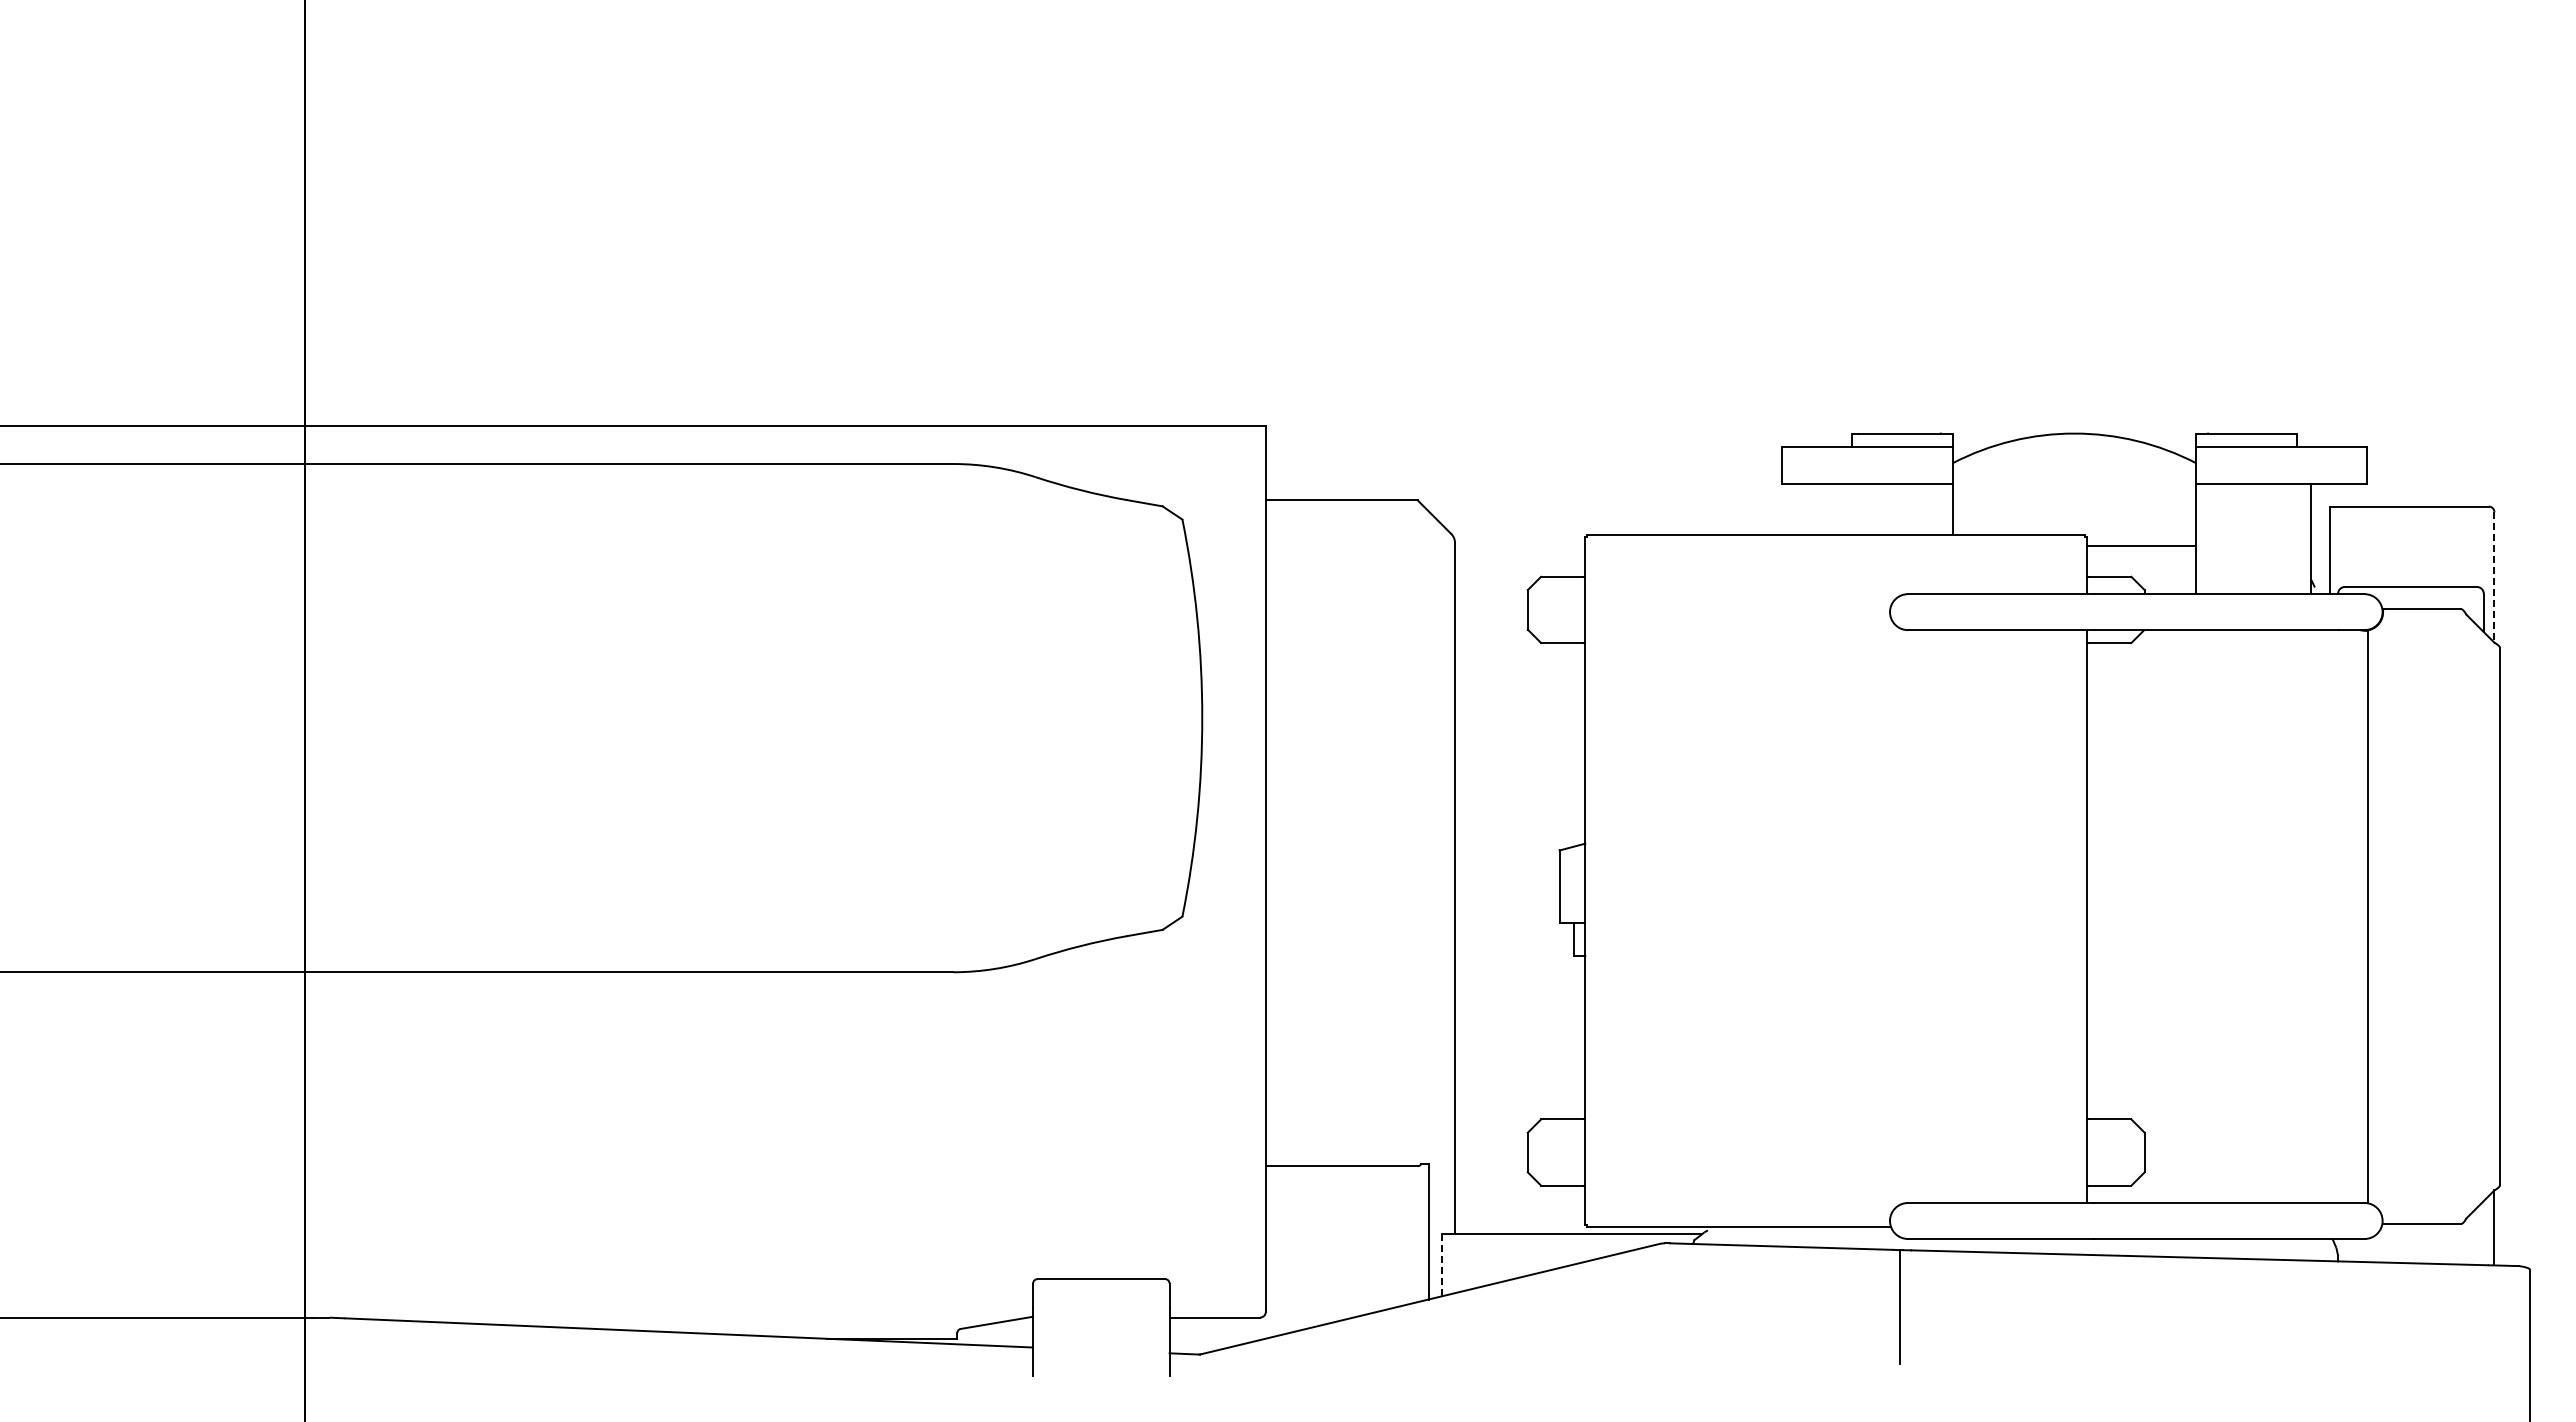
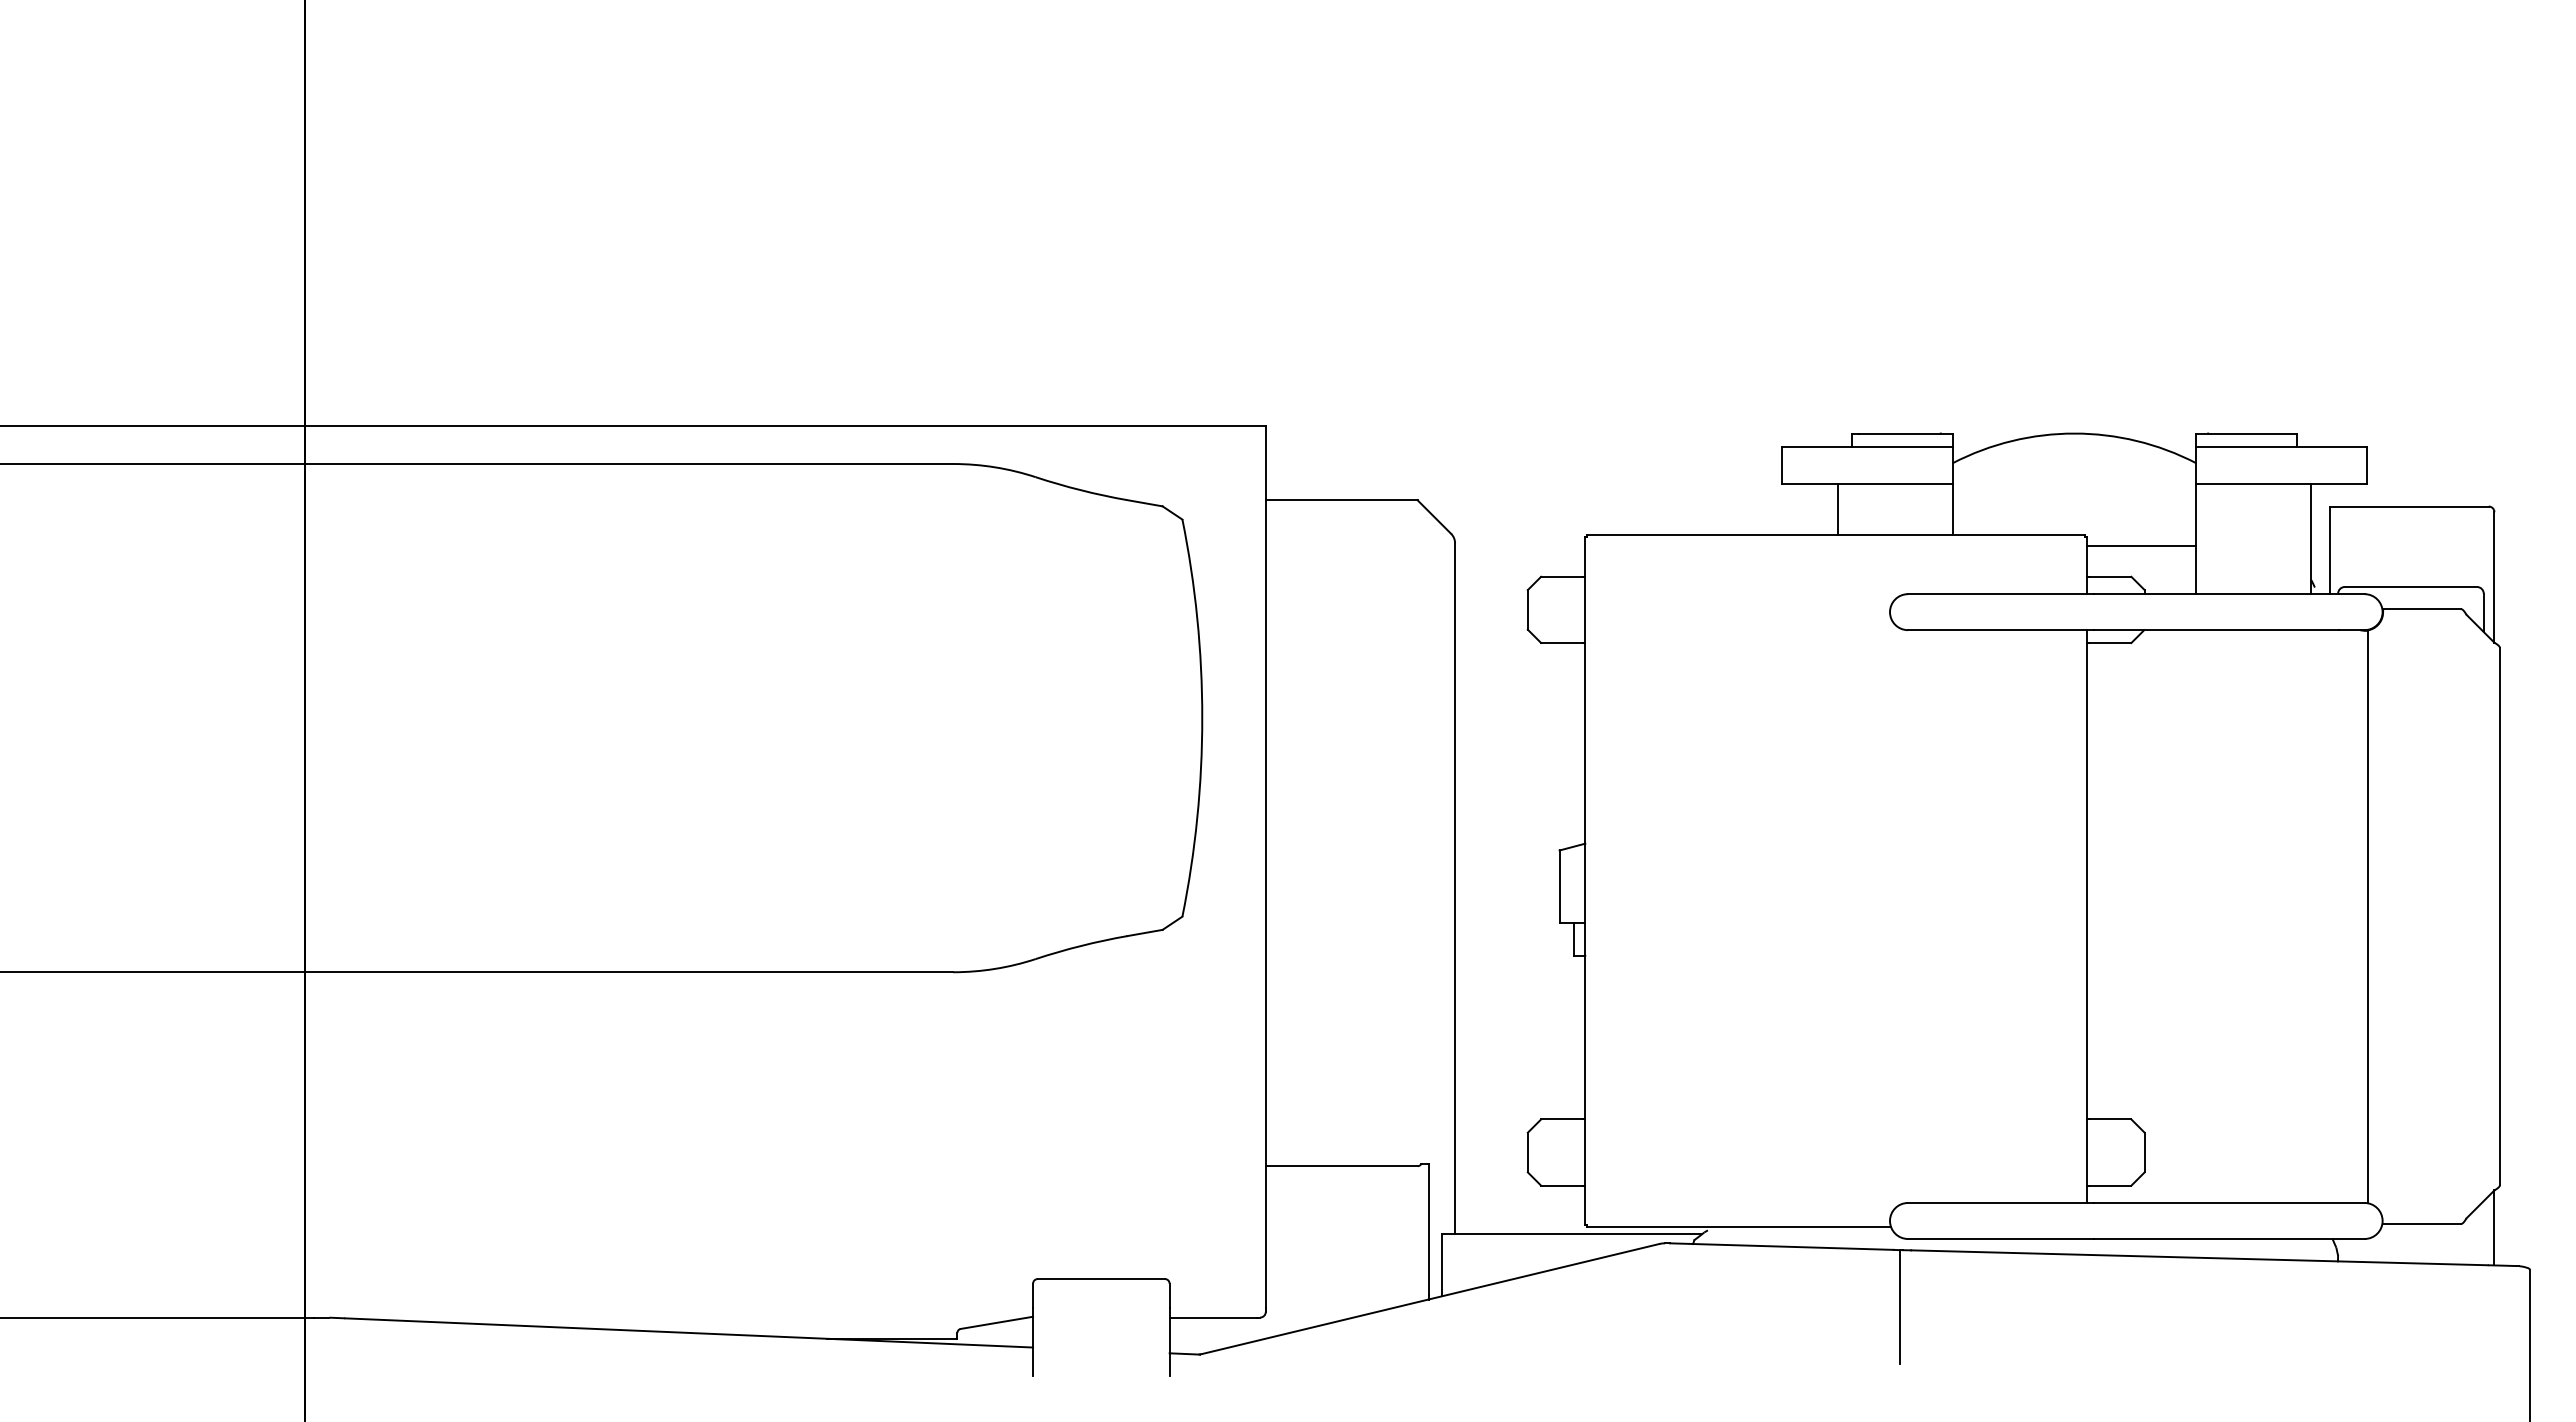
line at (1837, 508): none -> present
line at (2494, 578): dashed -> solid
line at (1441, 1265): dashed -> solid
